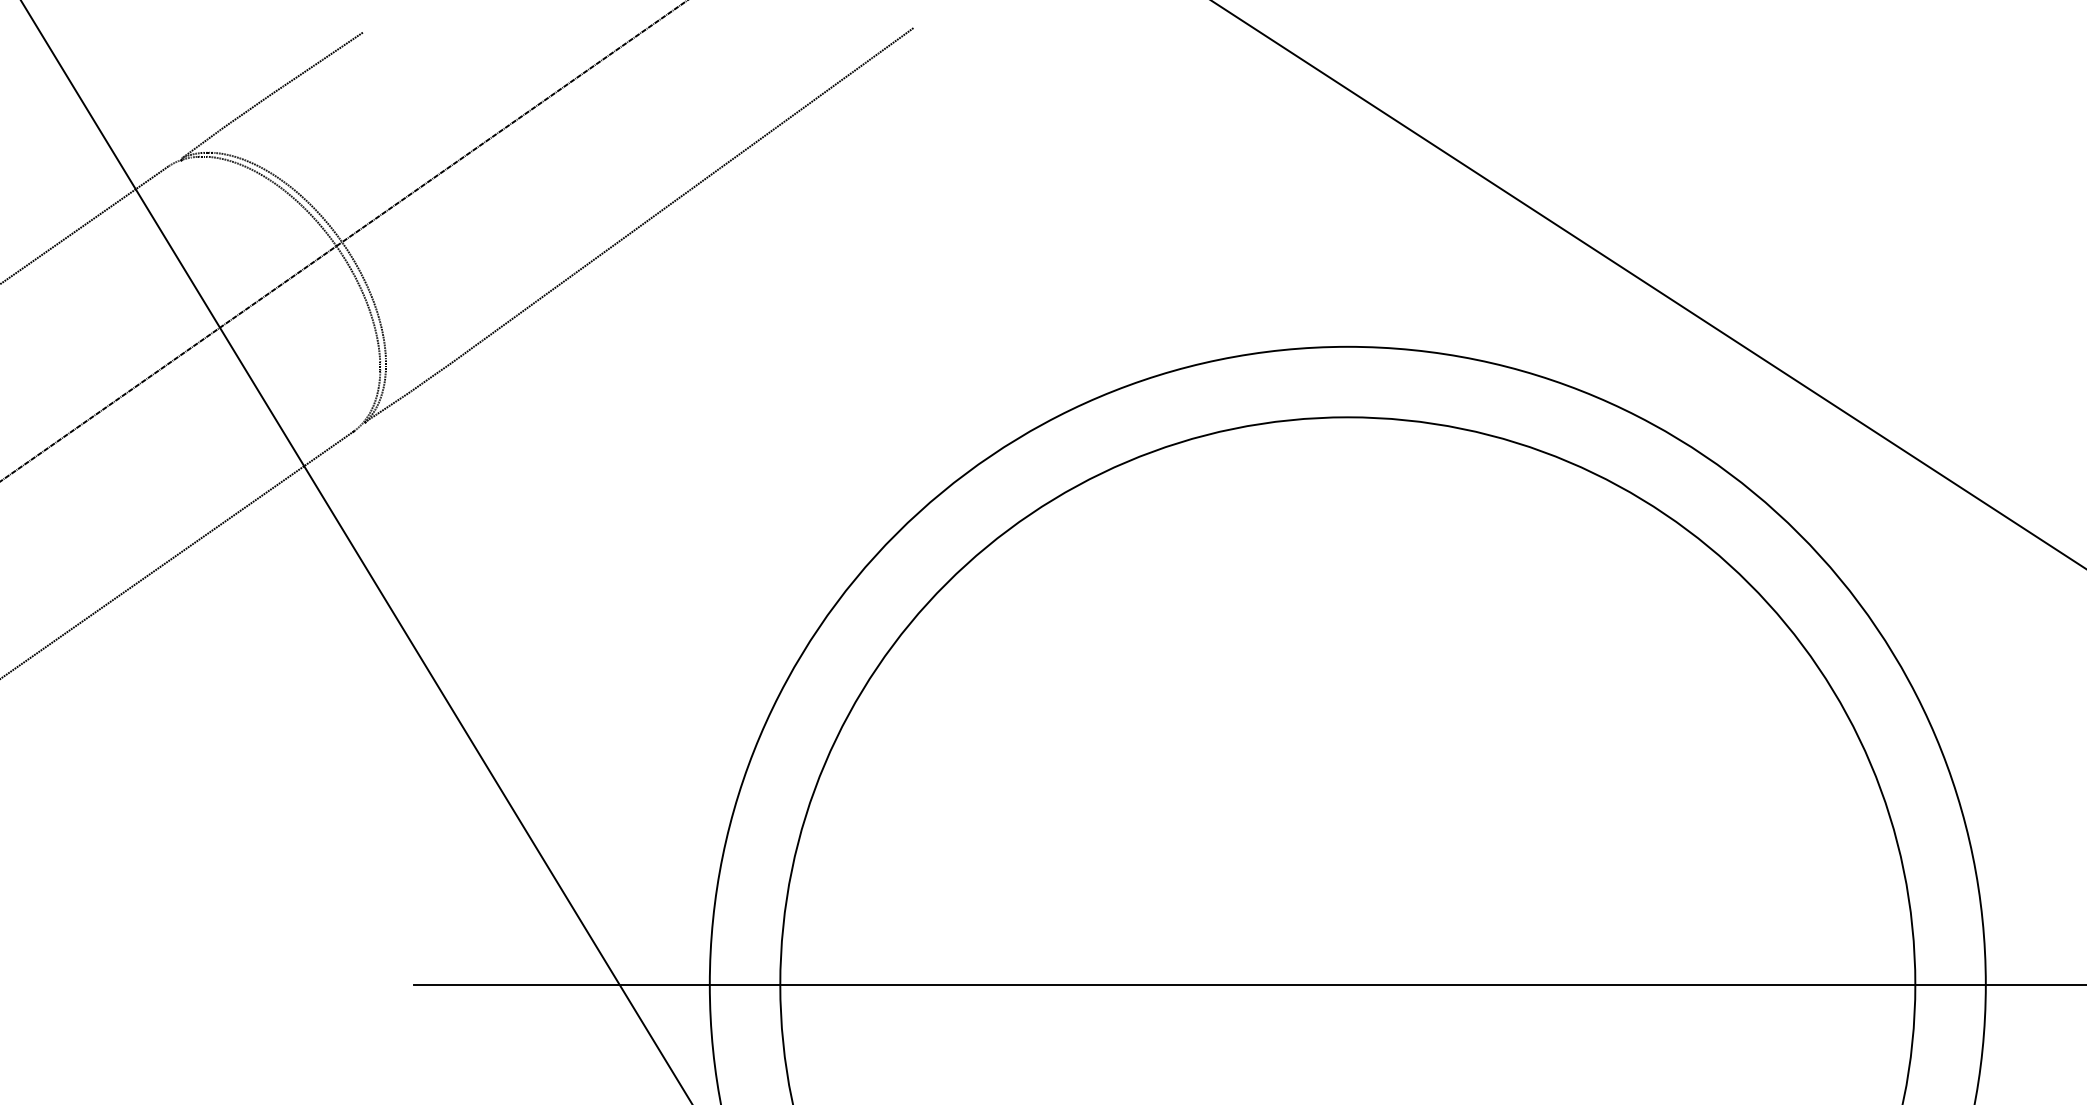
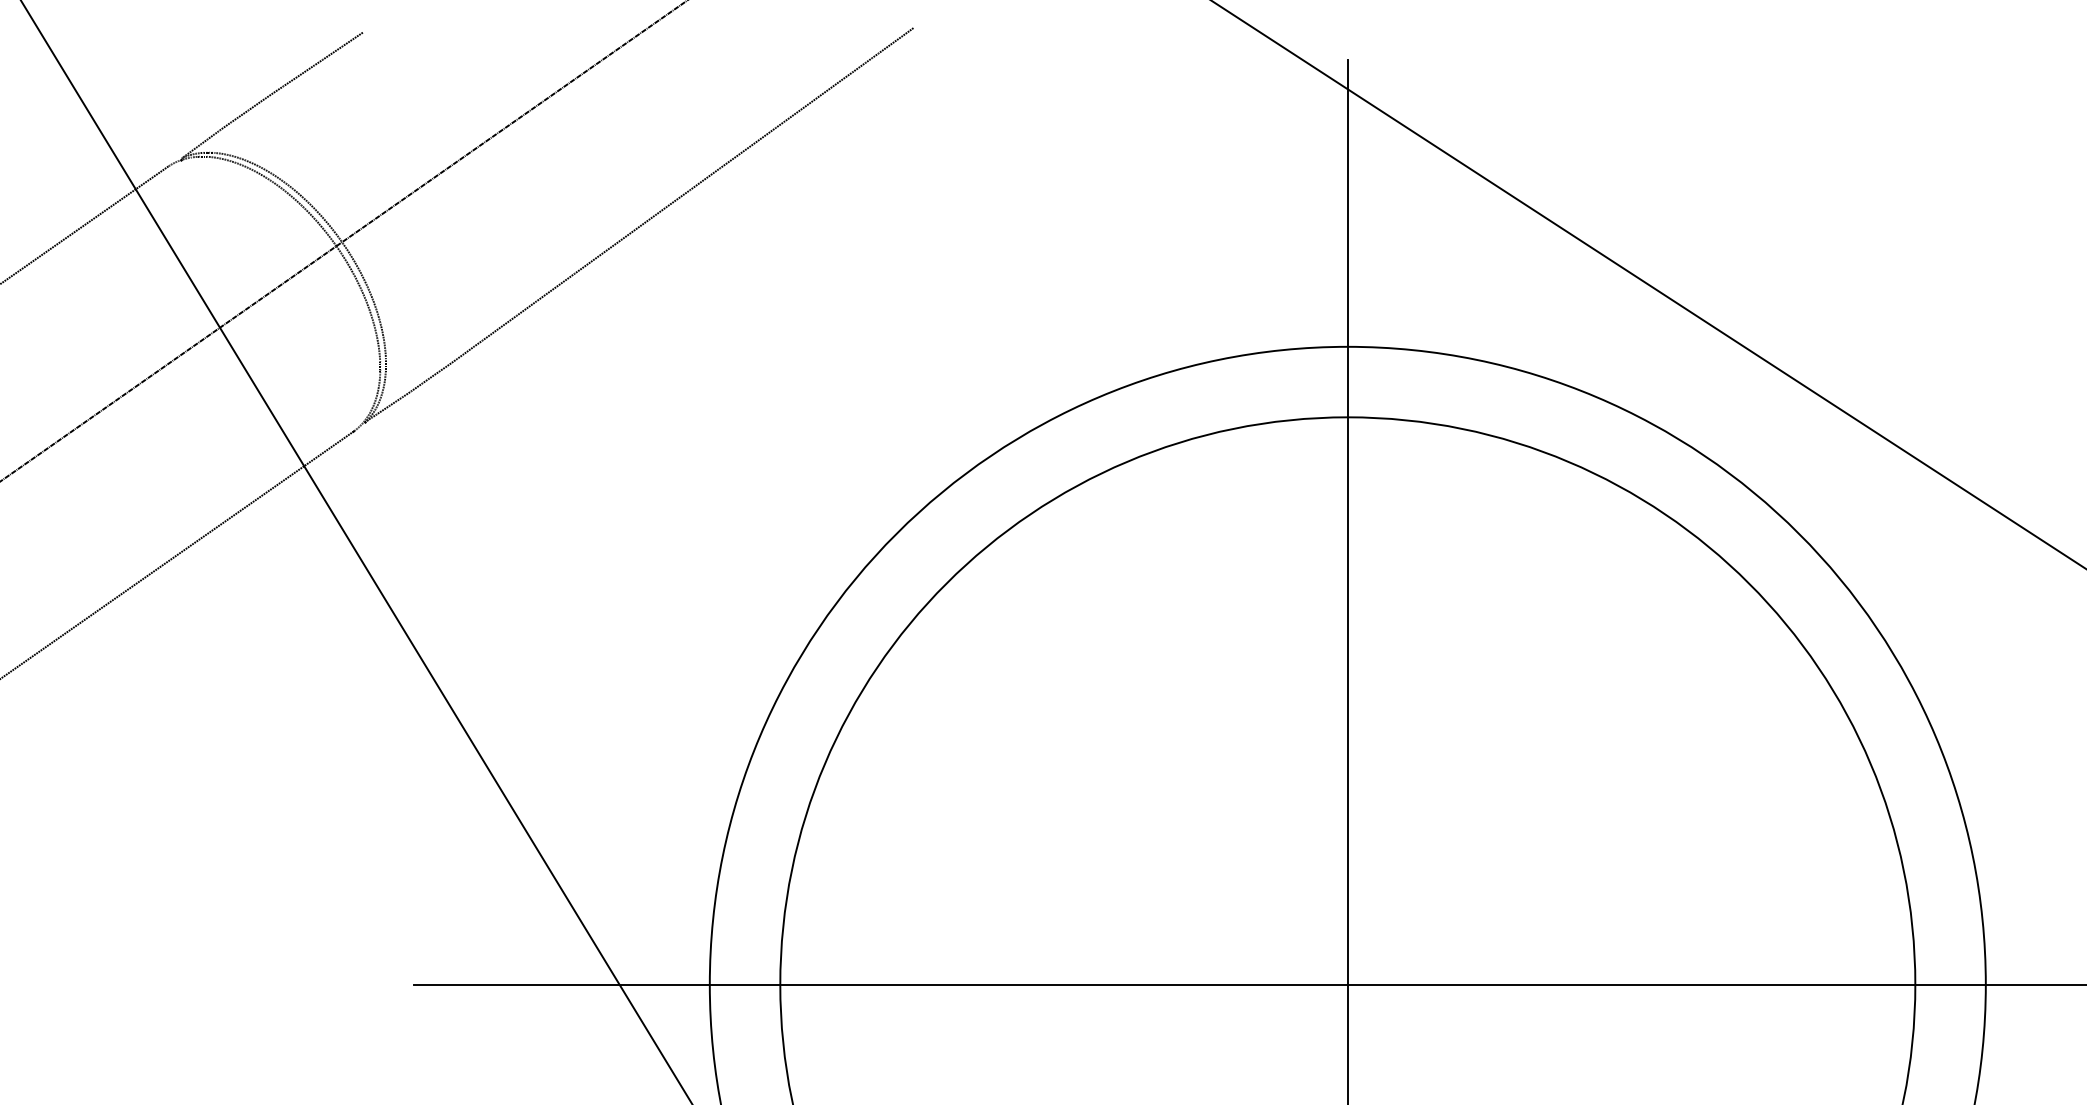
line at (1347, 580): none -> present
